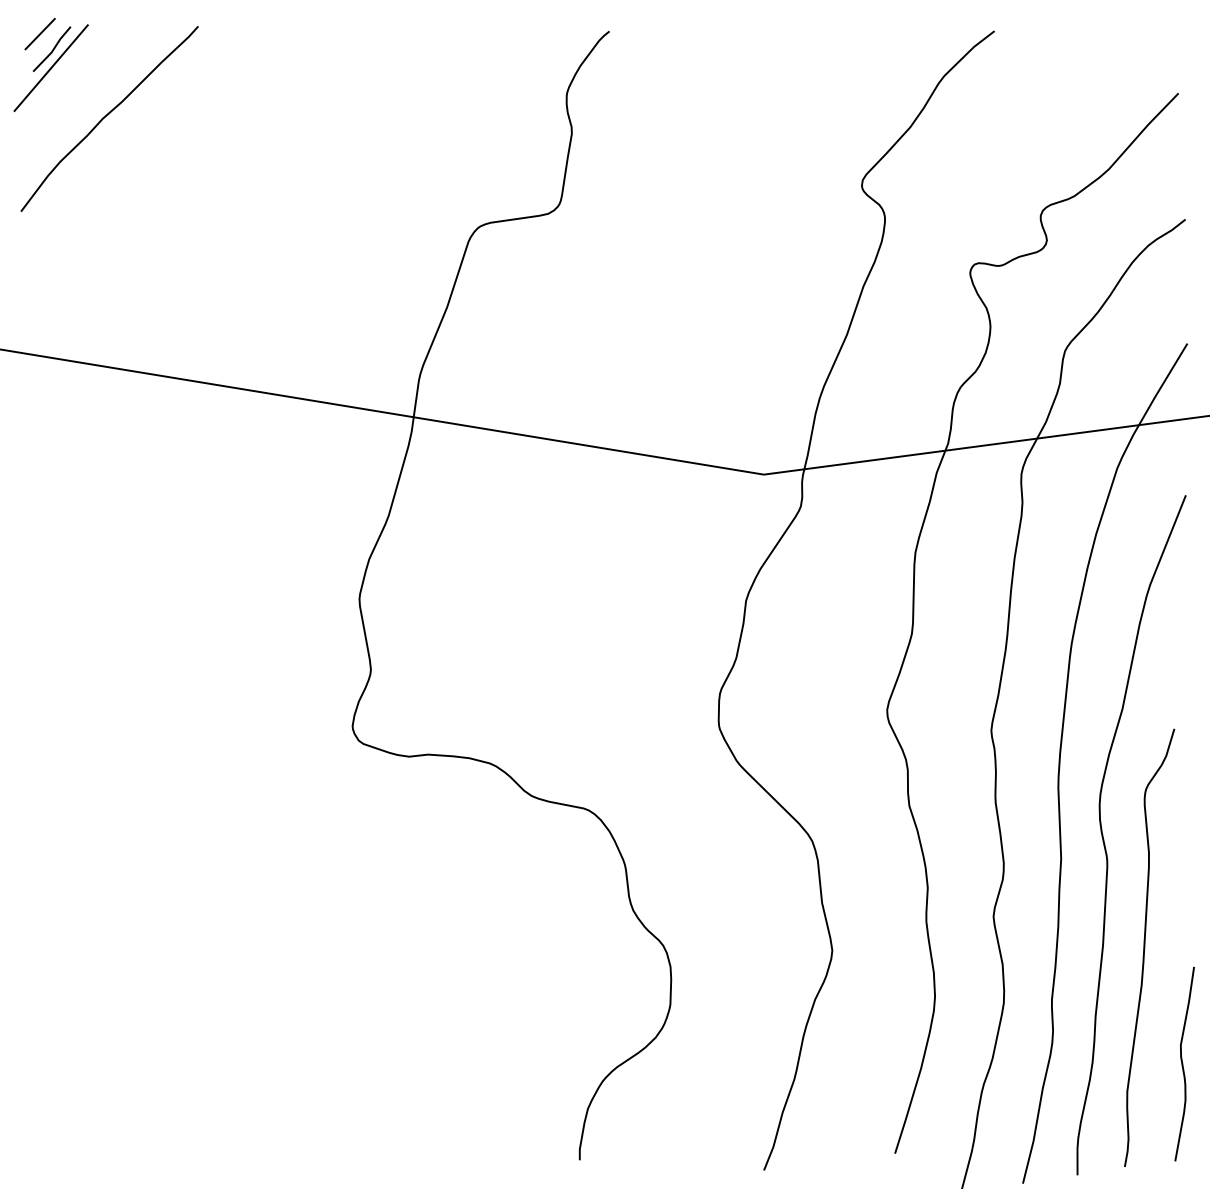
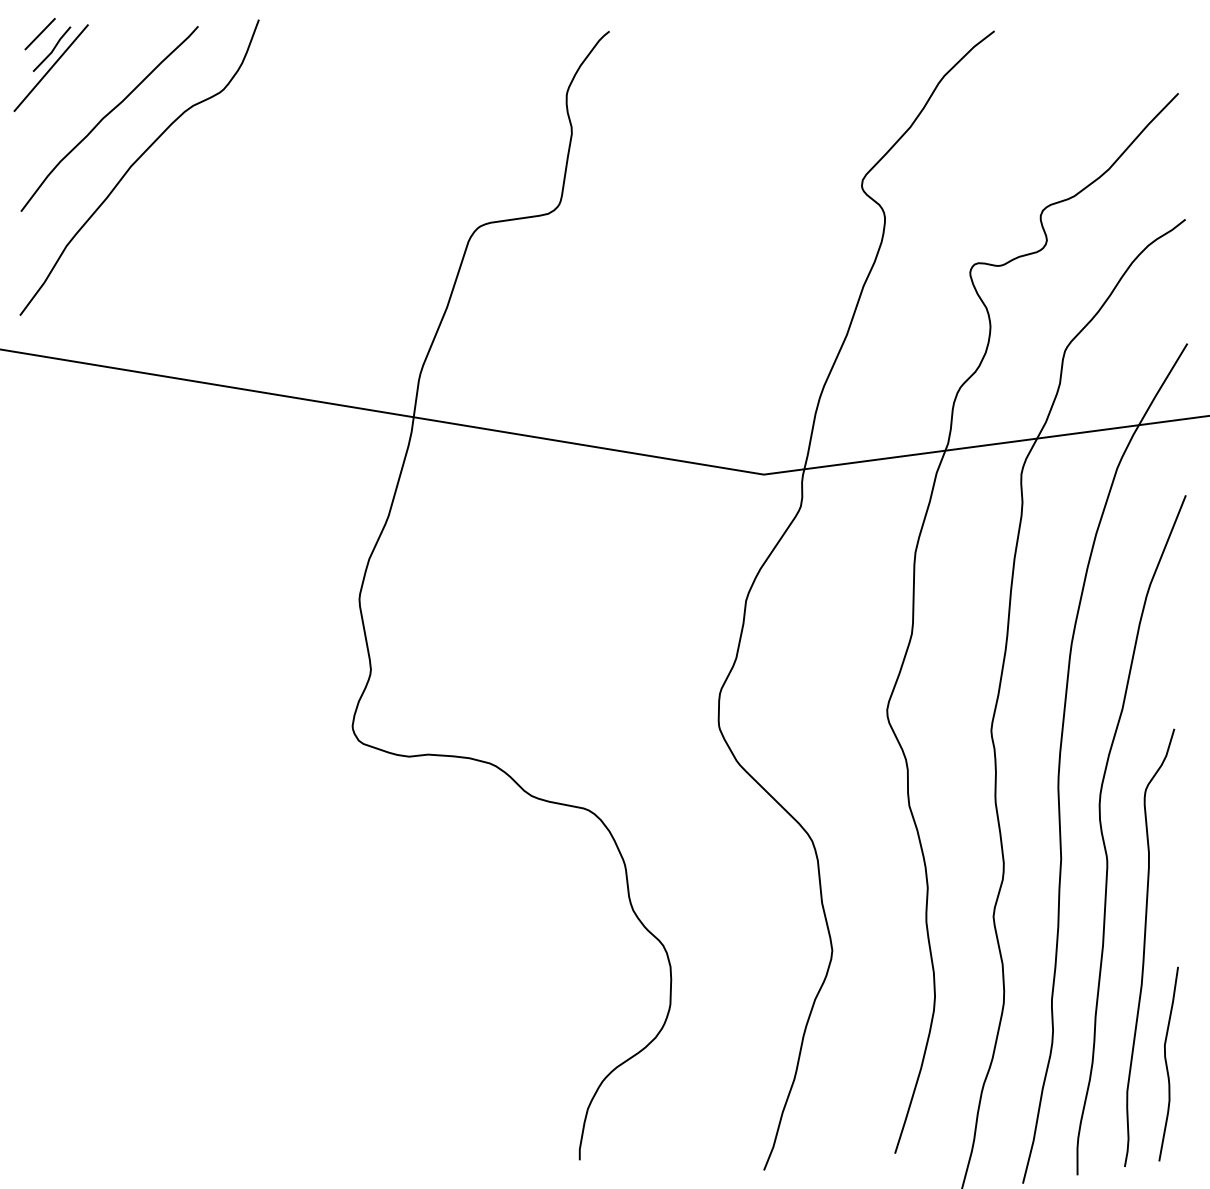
curve at (135, 163): none -> present
curve at (1183, 1063) position: (1183, 1063) -> (1167, 1063)
